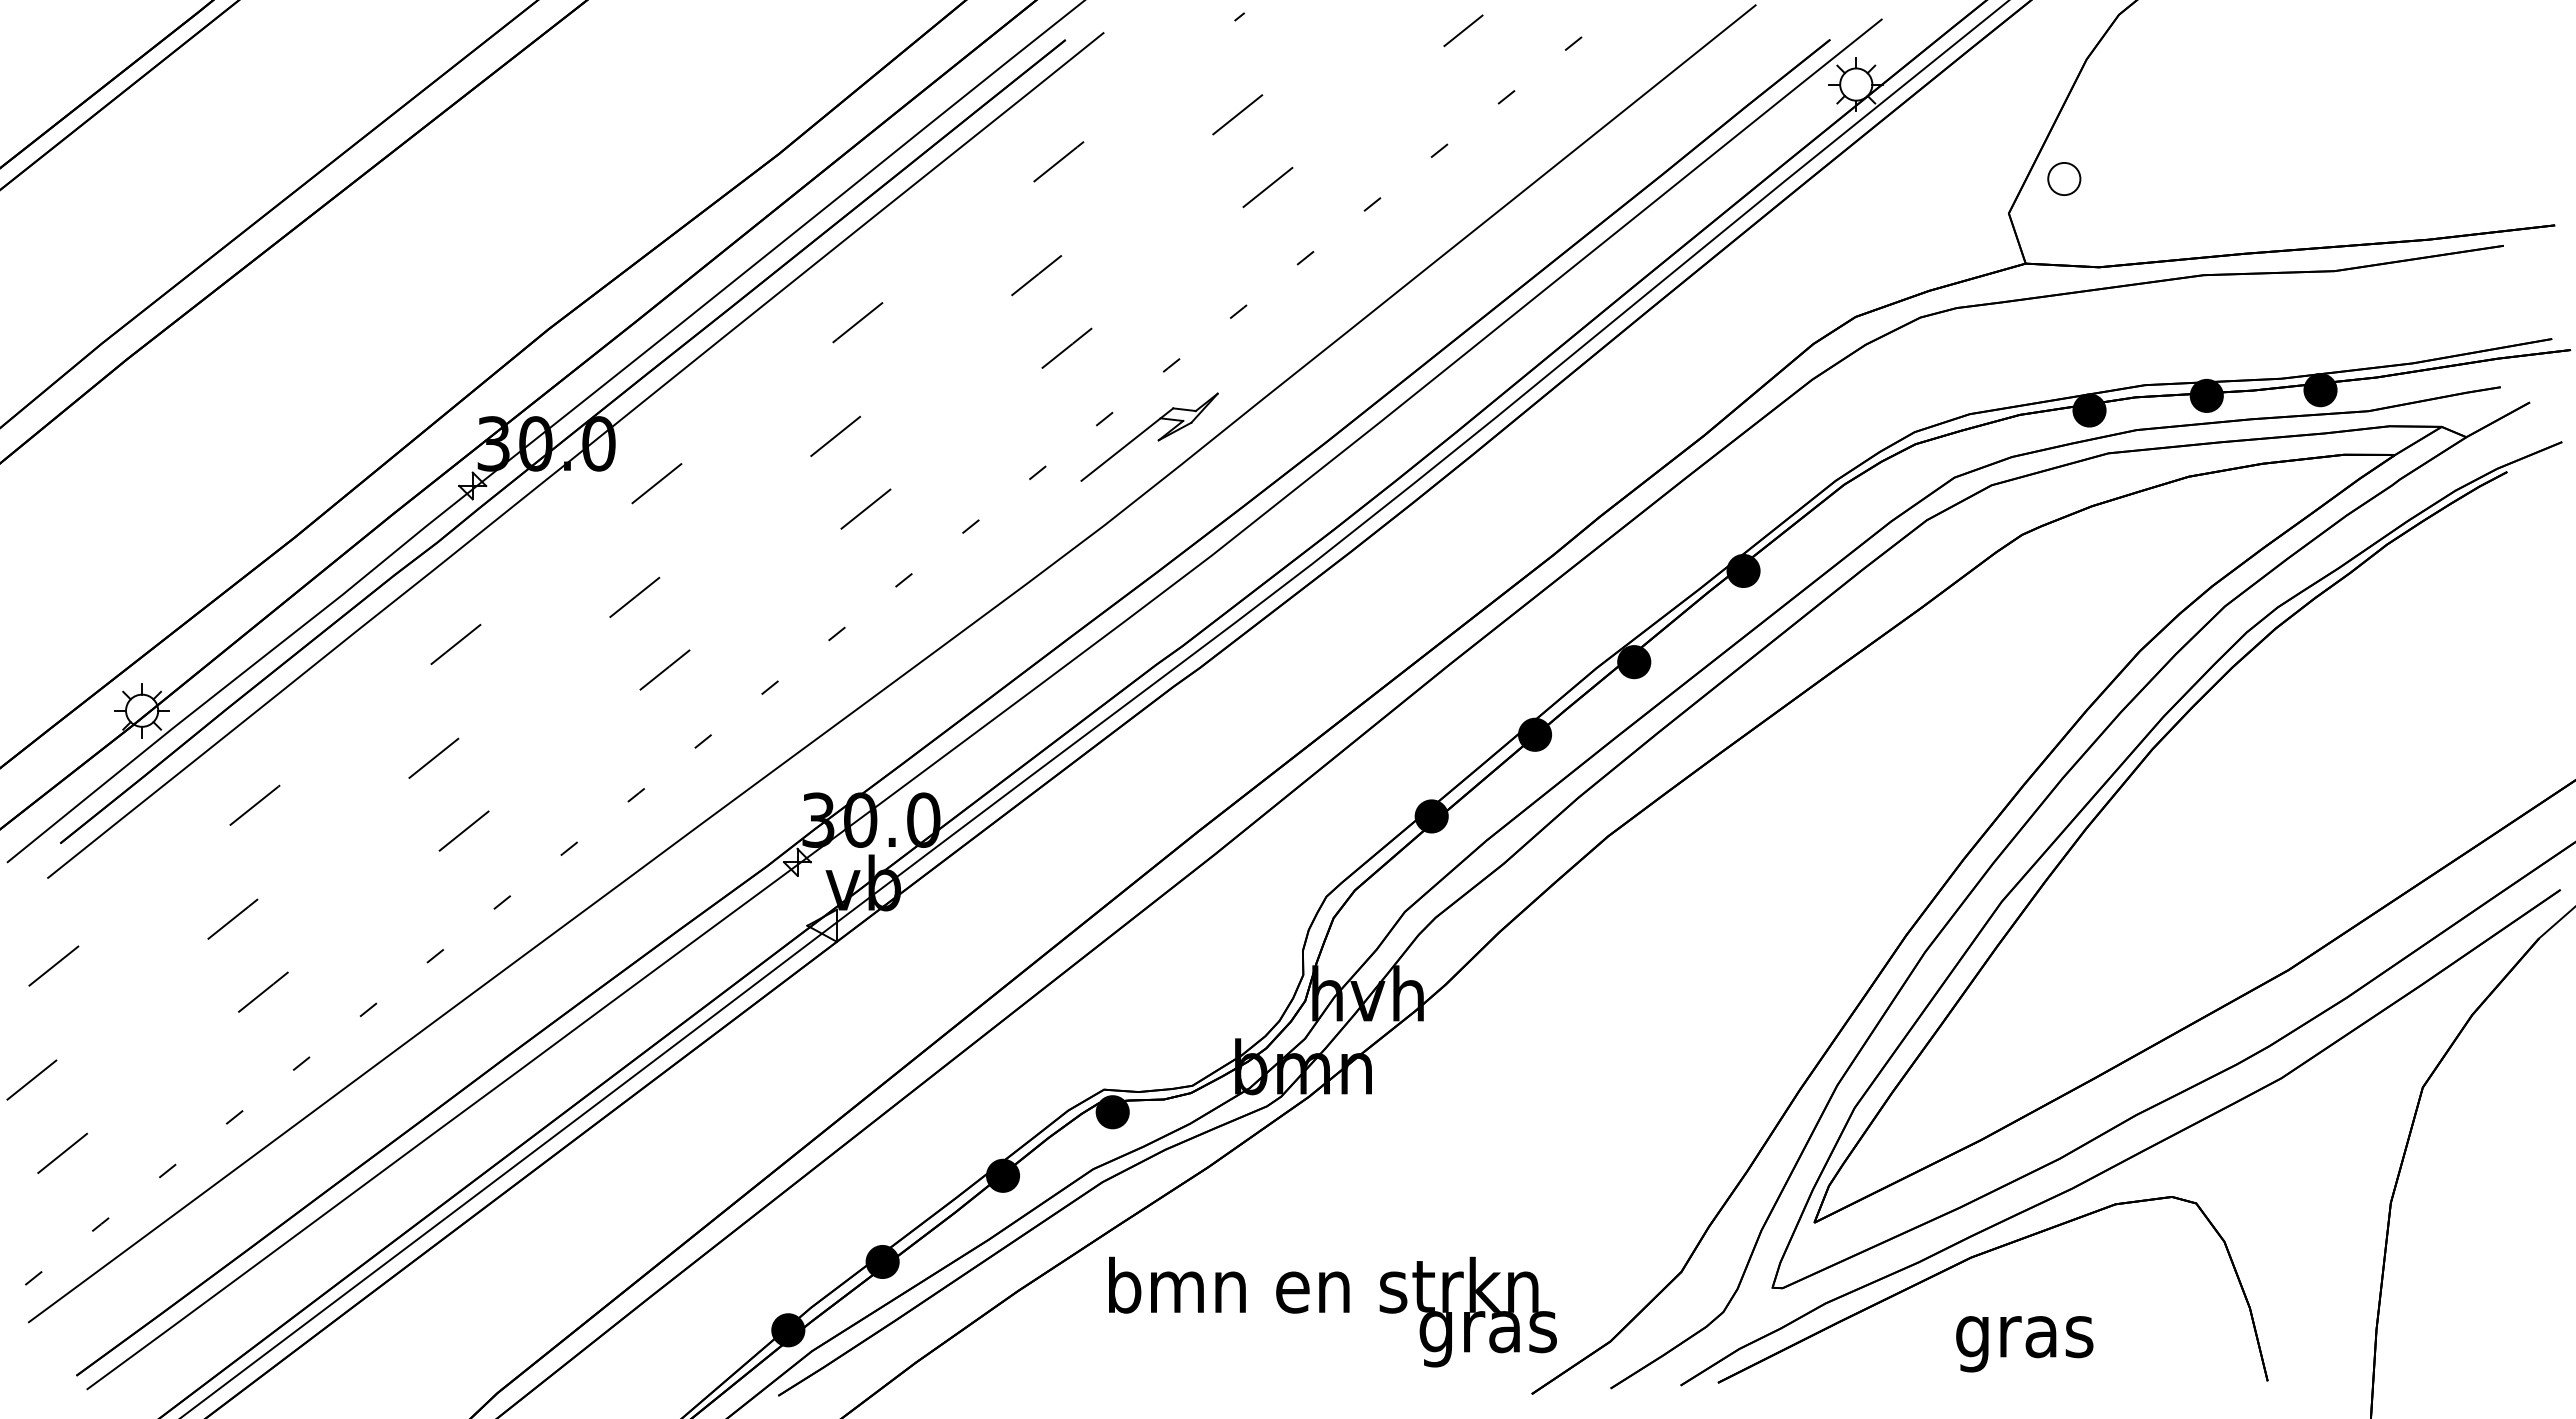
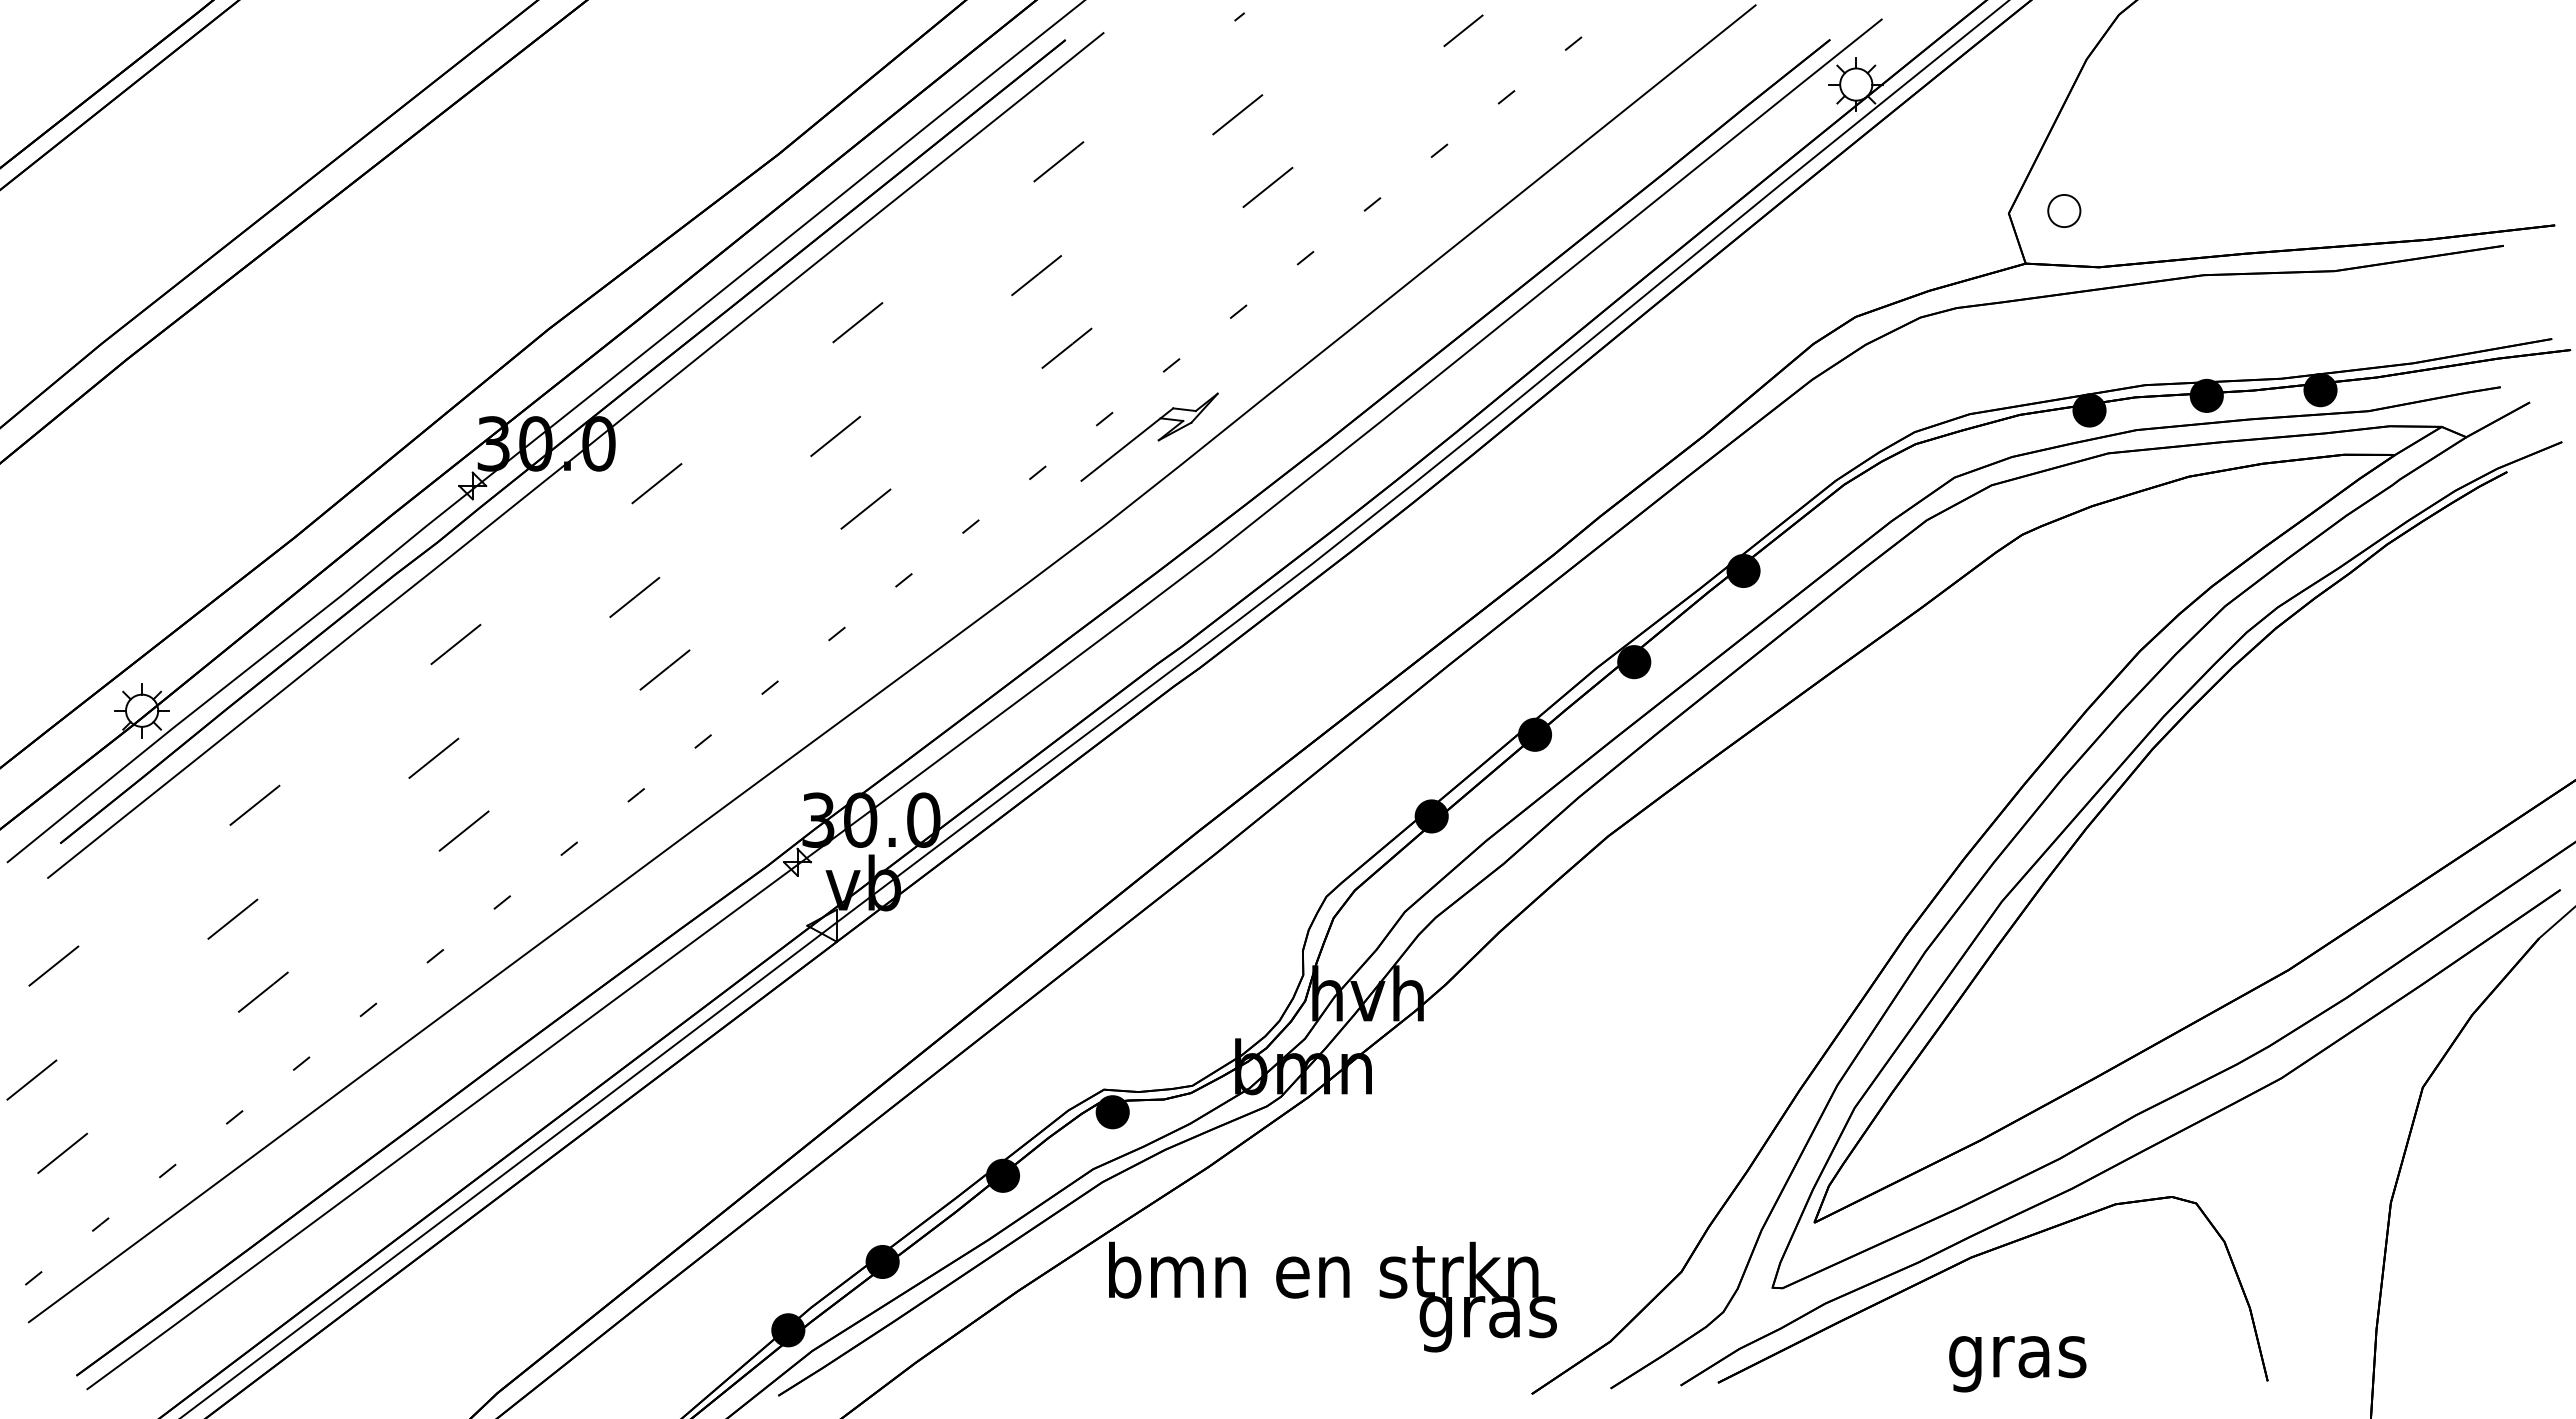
part at (2064, 178) position: (2064, 178) -> (2064, 210)
text at (1332, 1311) position: (1332, 1311) -> (1332, 1296)
text at (2024, 1344) position: (2024, 1344) -> (2017, 1364)
